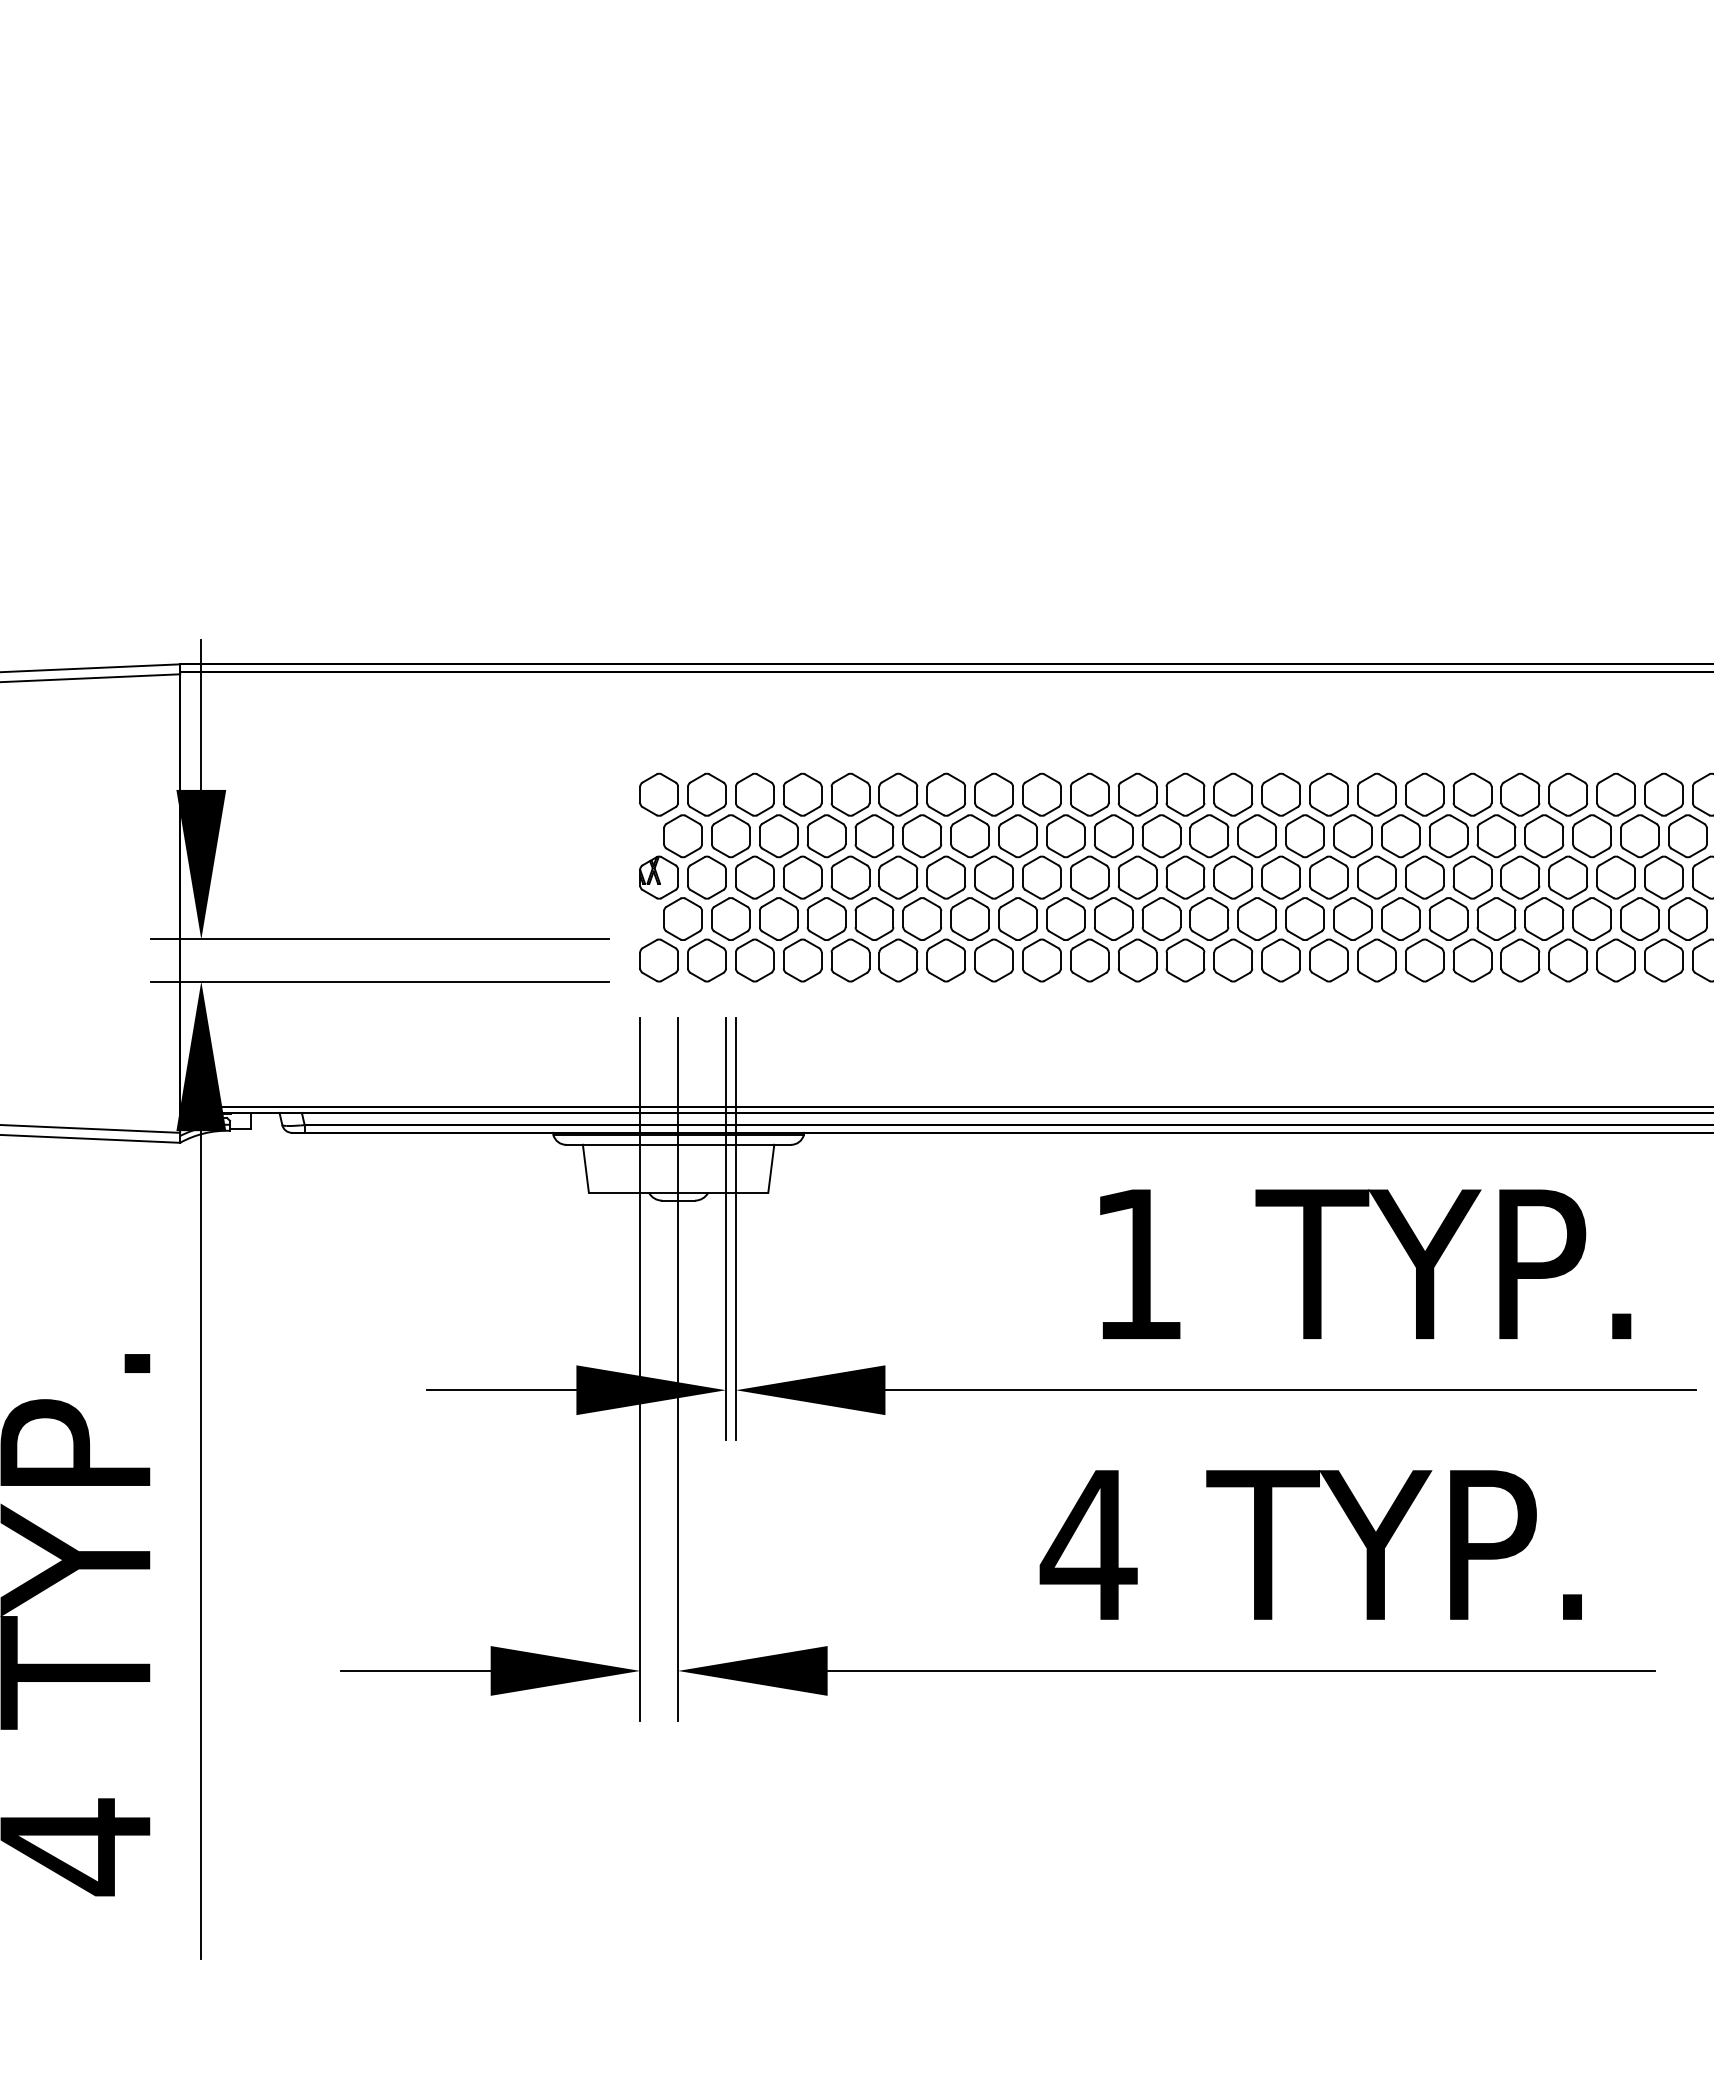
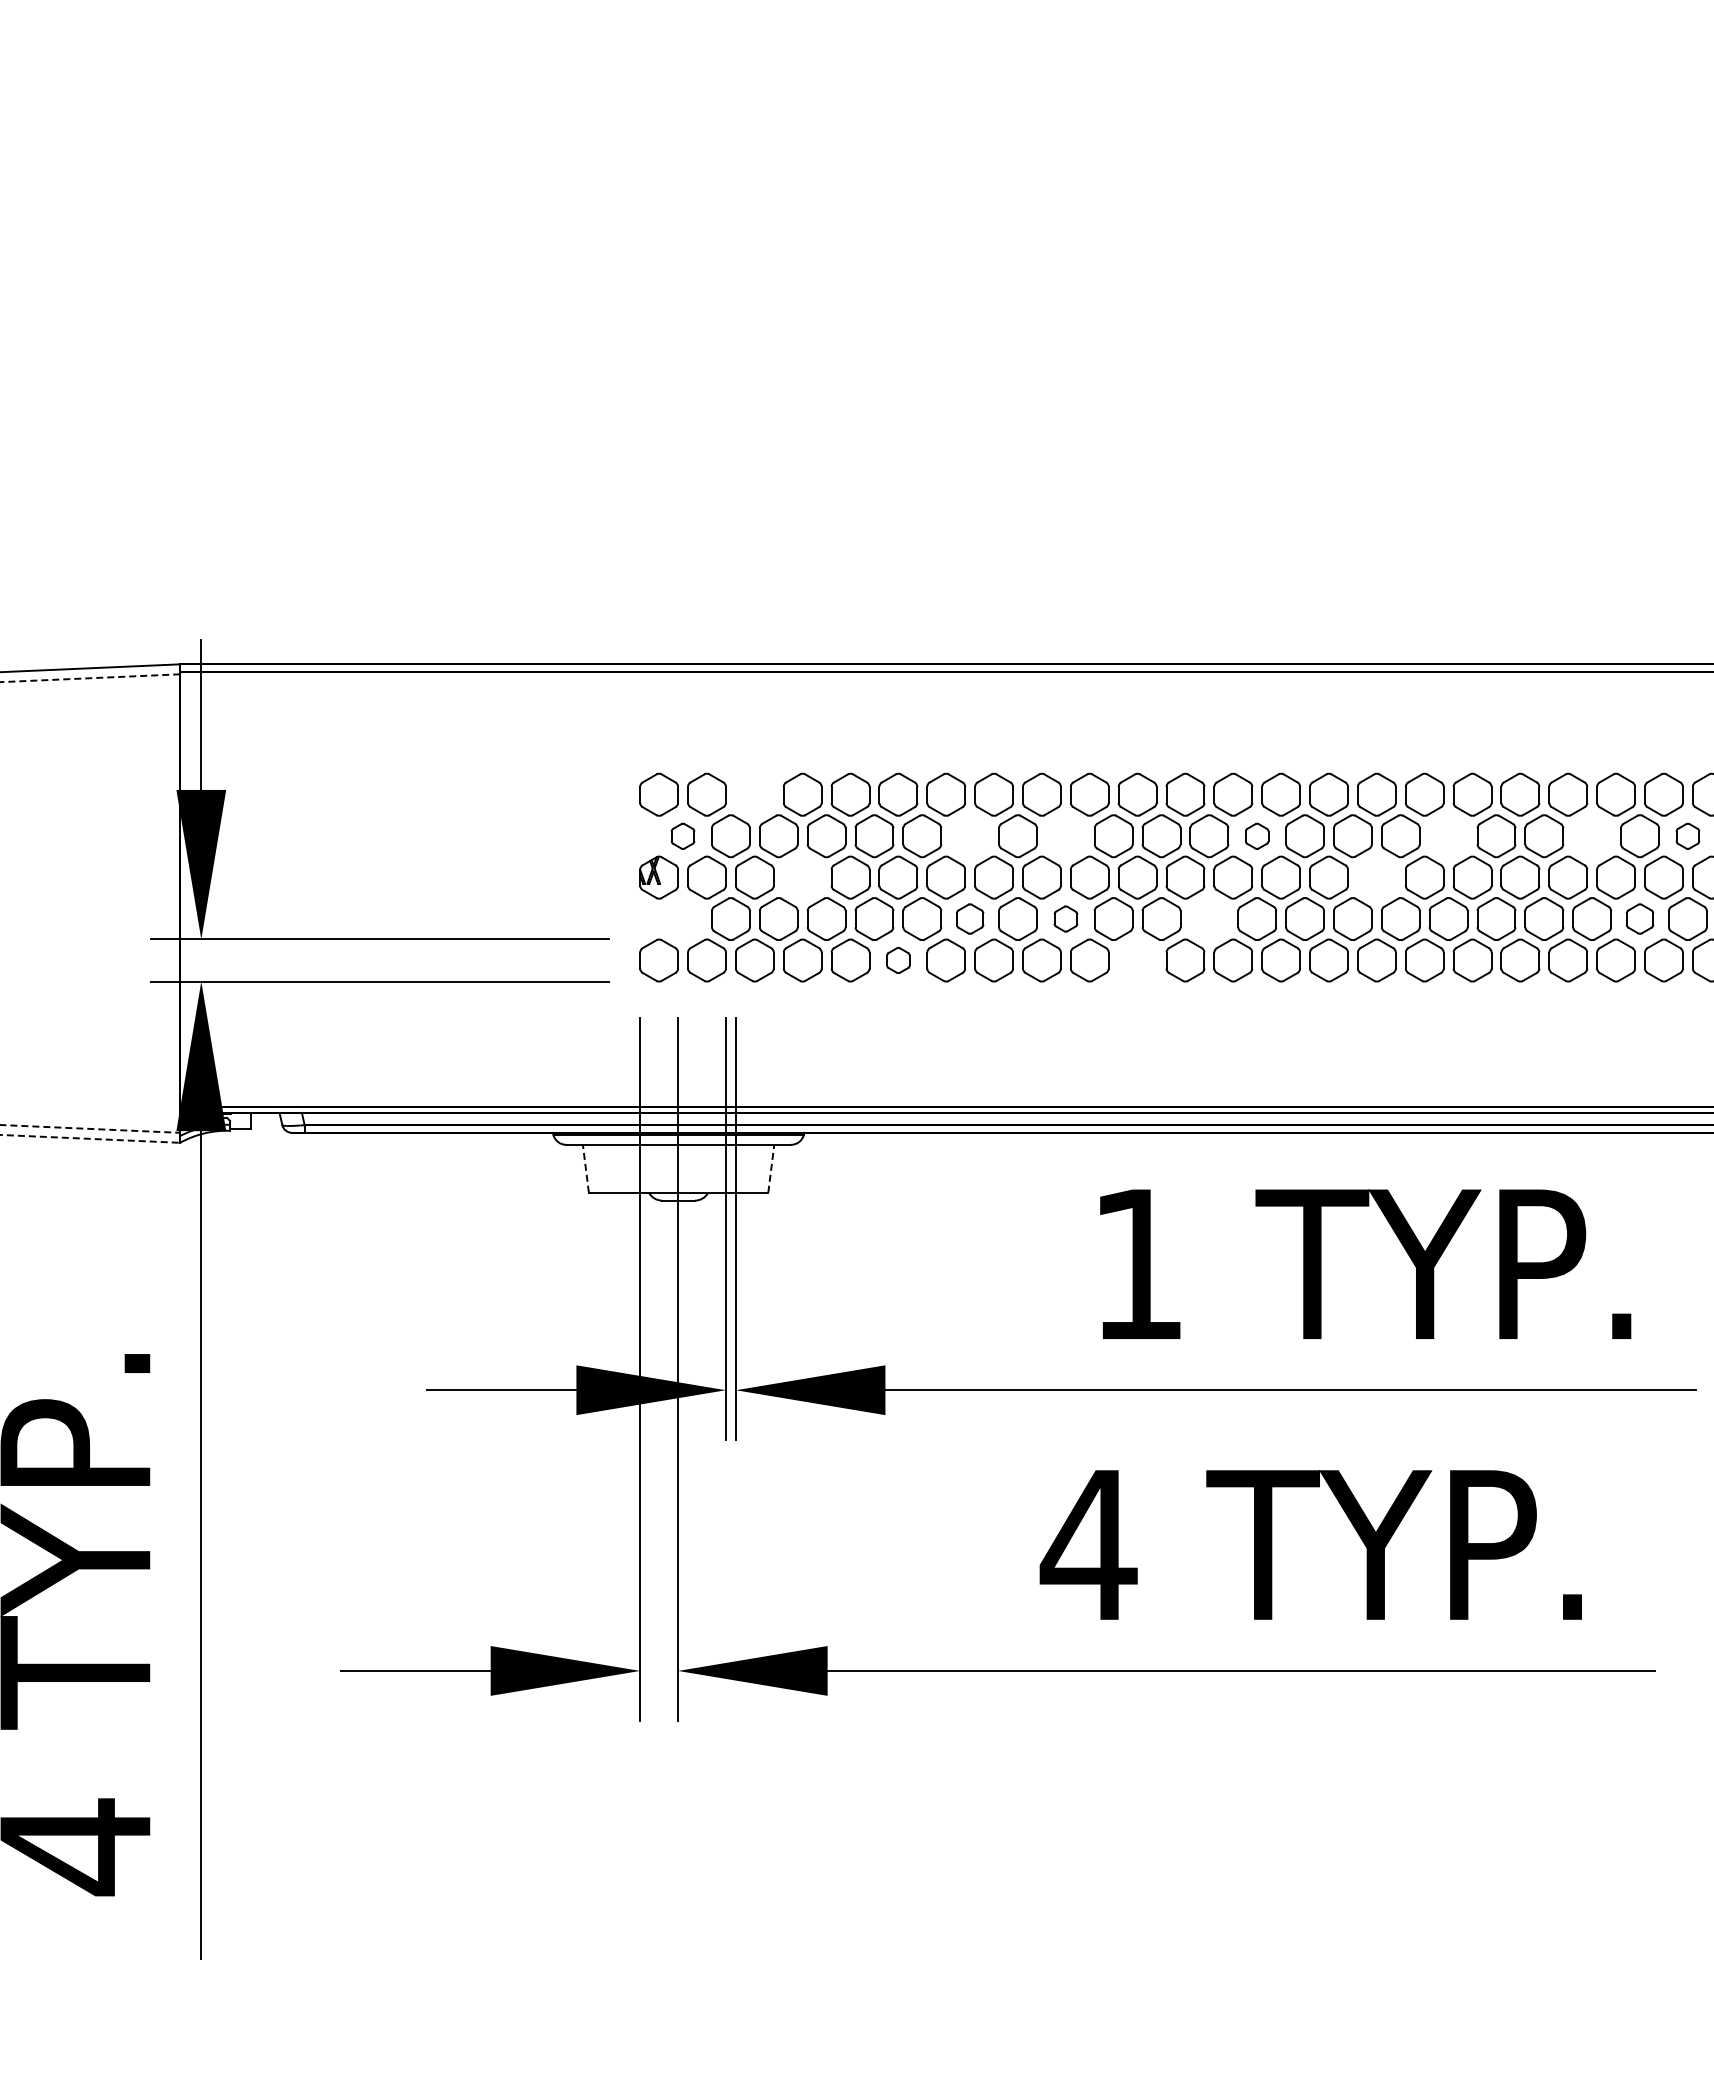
line at (90, 678): solid -> dashed
part at (754, 794): present -> none
part at (682, 836) size: 40x45 px -> 26x28 px
part at (969, 836): present -> none
part at (1065, 836): present -> none
part at (1256, 836) size: 40x45 px -> 25x28 px
part at (1448, 836): present -> none
part at (1591, 836): present -> none
part at (1687, 836) size: 40x45 px -> 26x28 px
part at (802, 877): present -> none
part at (1376, 877): present -> none
part at (682, 918): present -> none
part at (969, 918) size: 40x44 px -> 29x32 px
part at (1065, 918) size: 40x44 px -> 26x28 px
part at (1209, 918): present -> none
part at (1639, 918) size: 40x44 px -> 29x32 px
part at (898, 960) size: 41x45 px -> 25x27 px
part at (1137, 960): present -> none
line at (90, 1128): solid -> dashed
line at (90, 1138): solid -> dashed
line at (585, 1168): solid -> dashed
line at (771, 1168): solid -> dashed
